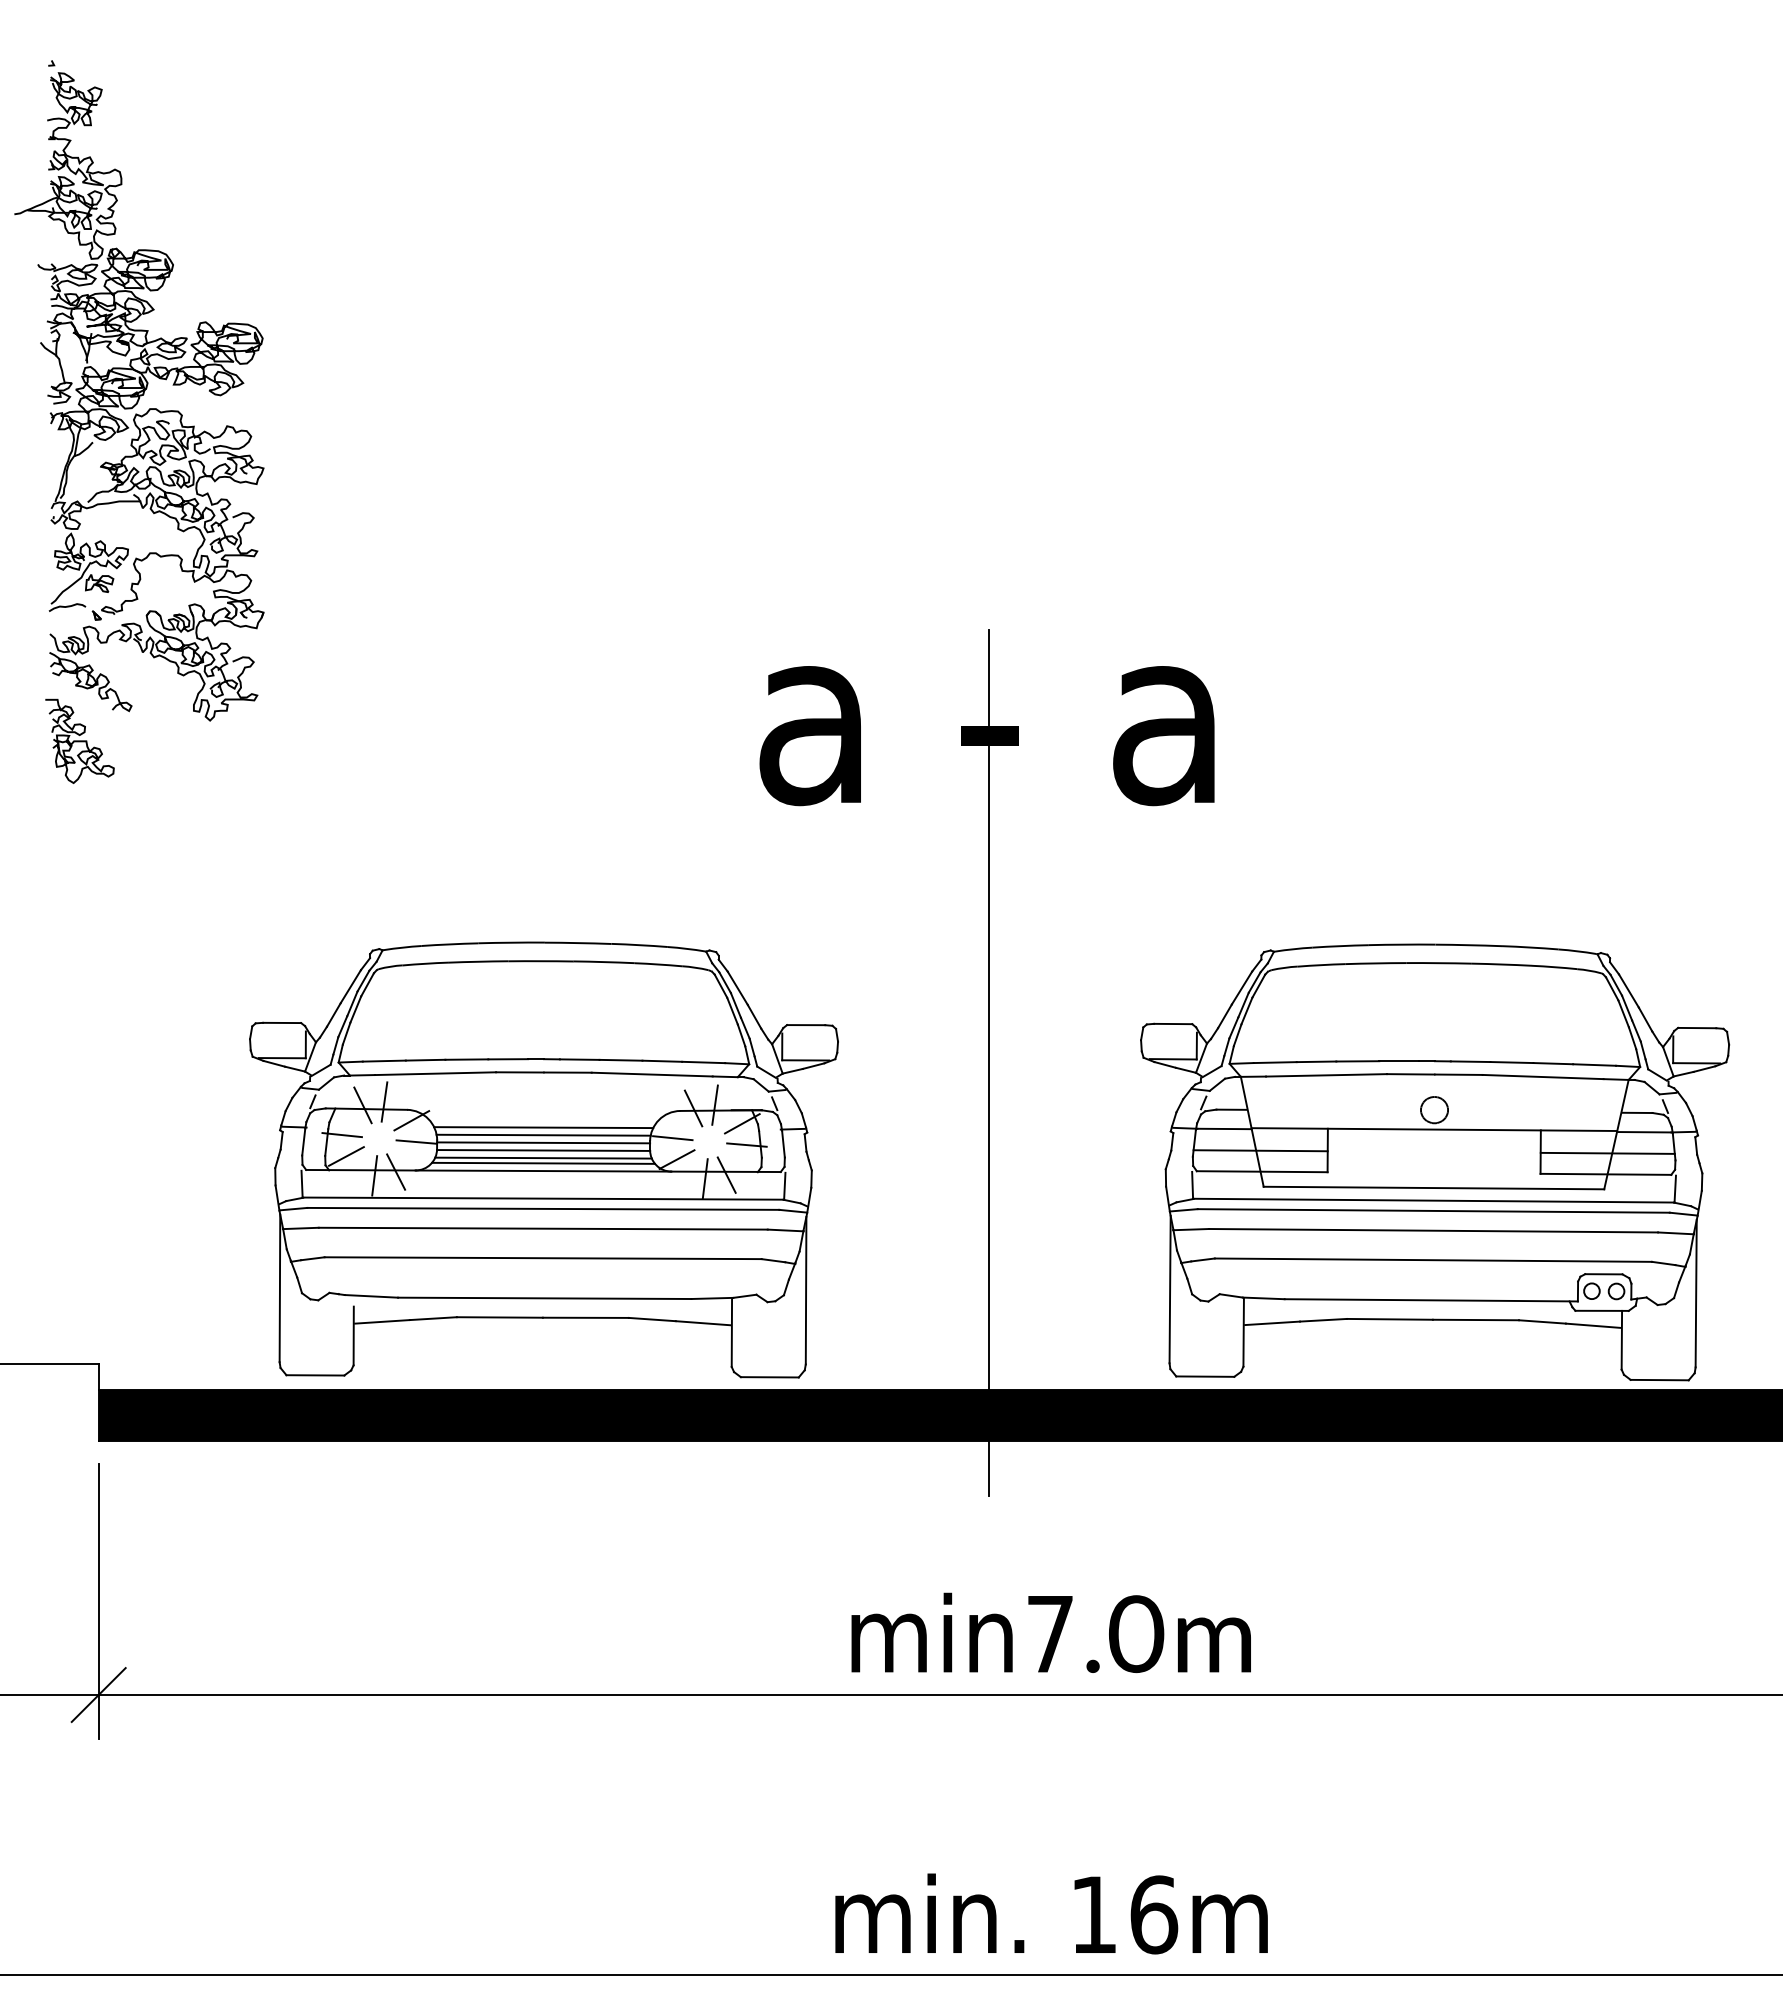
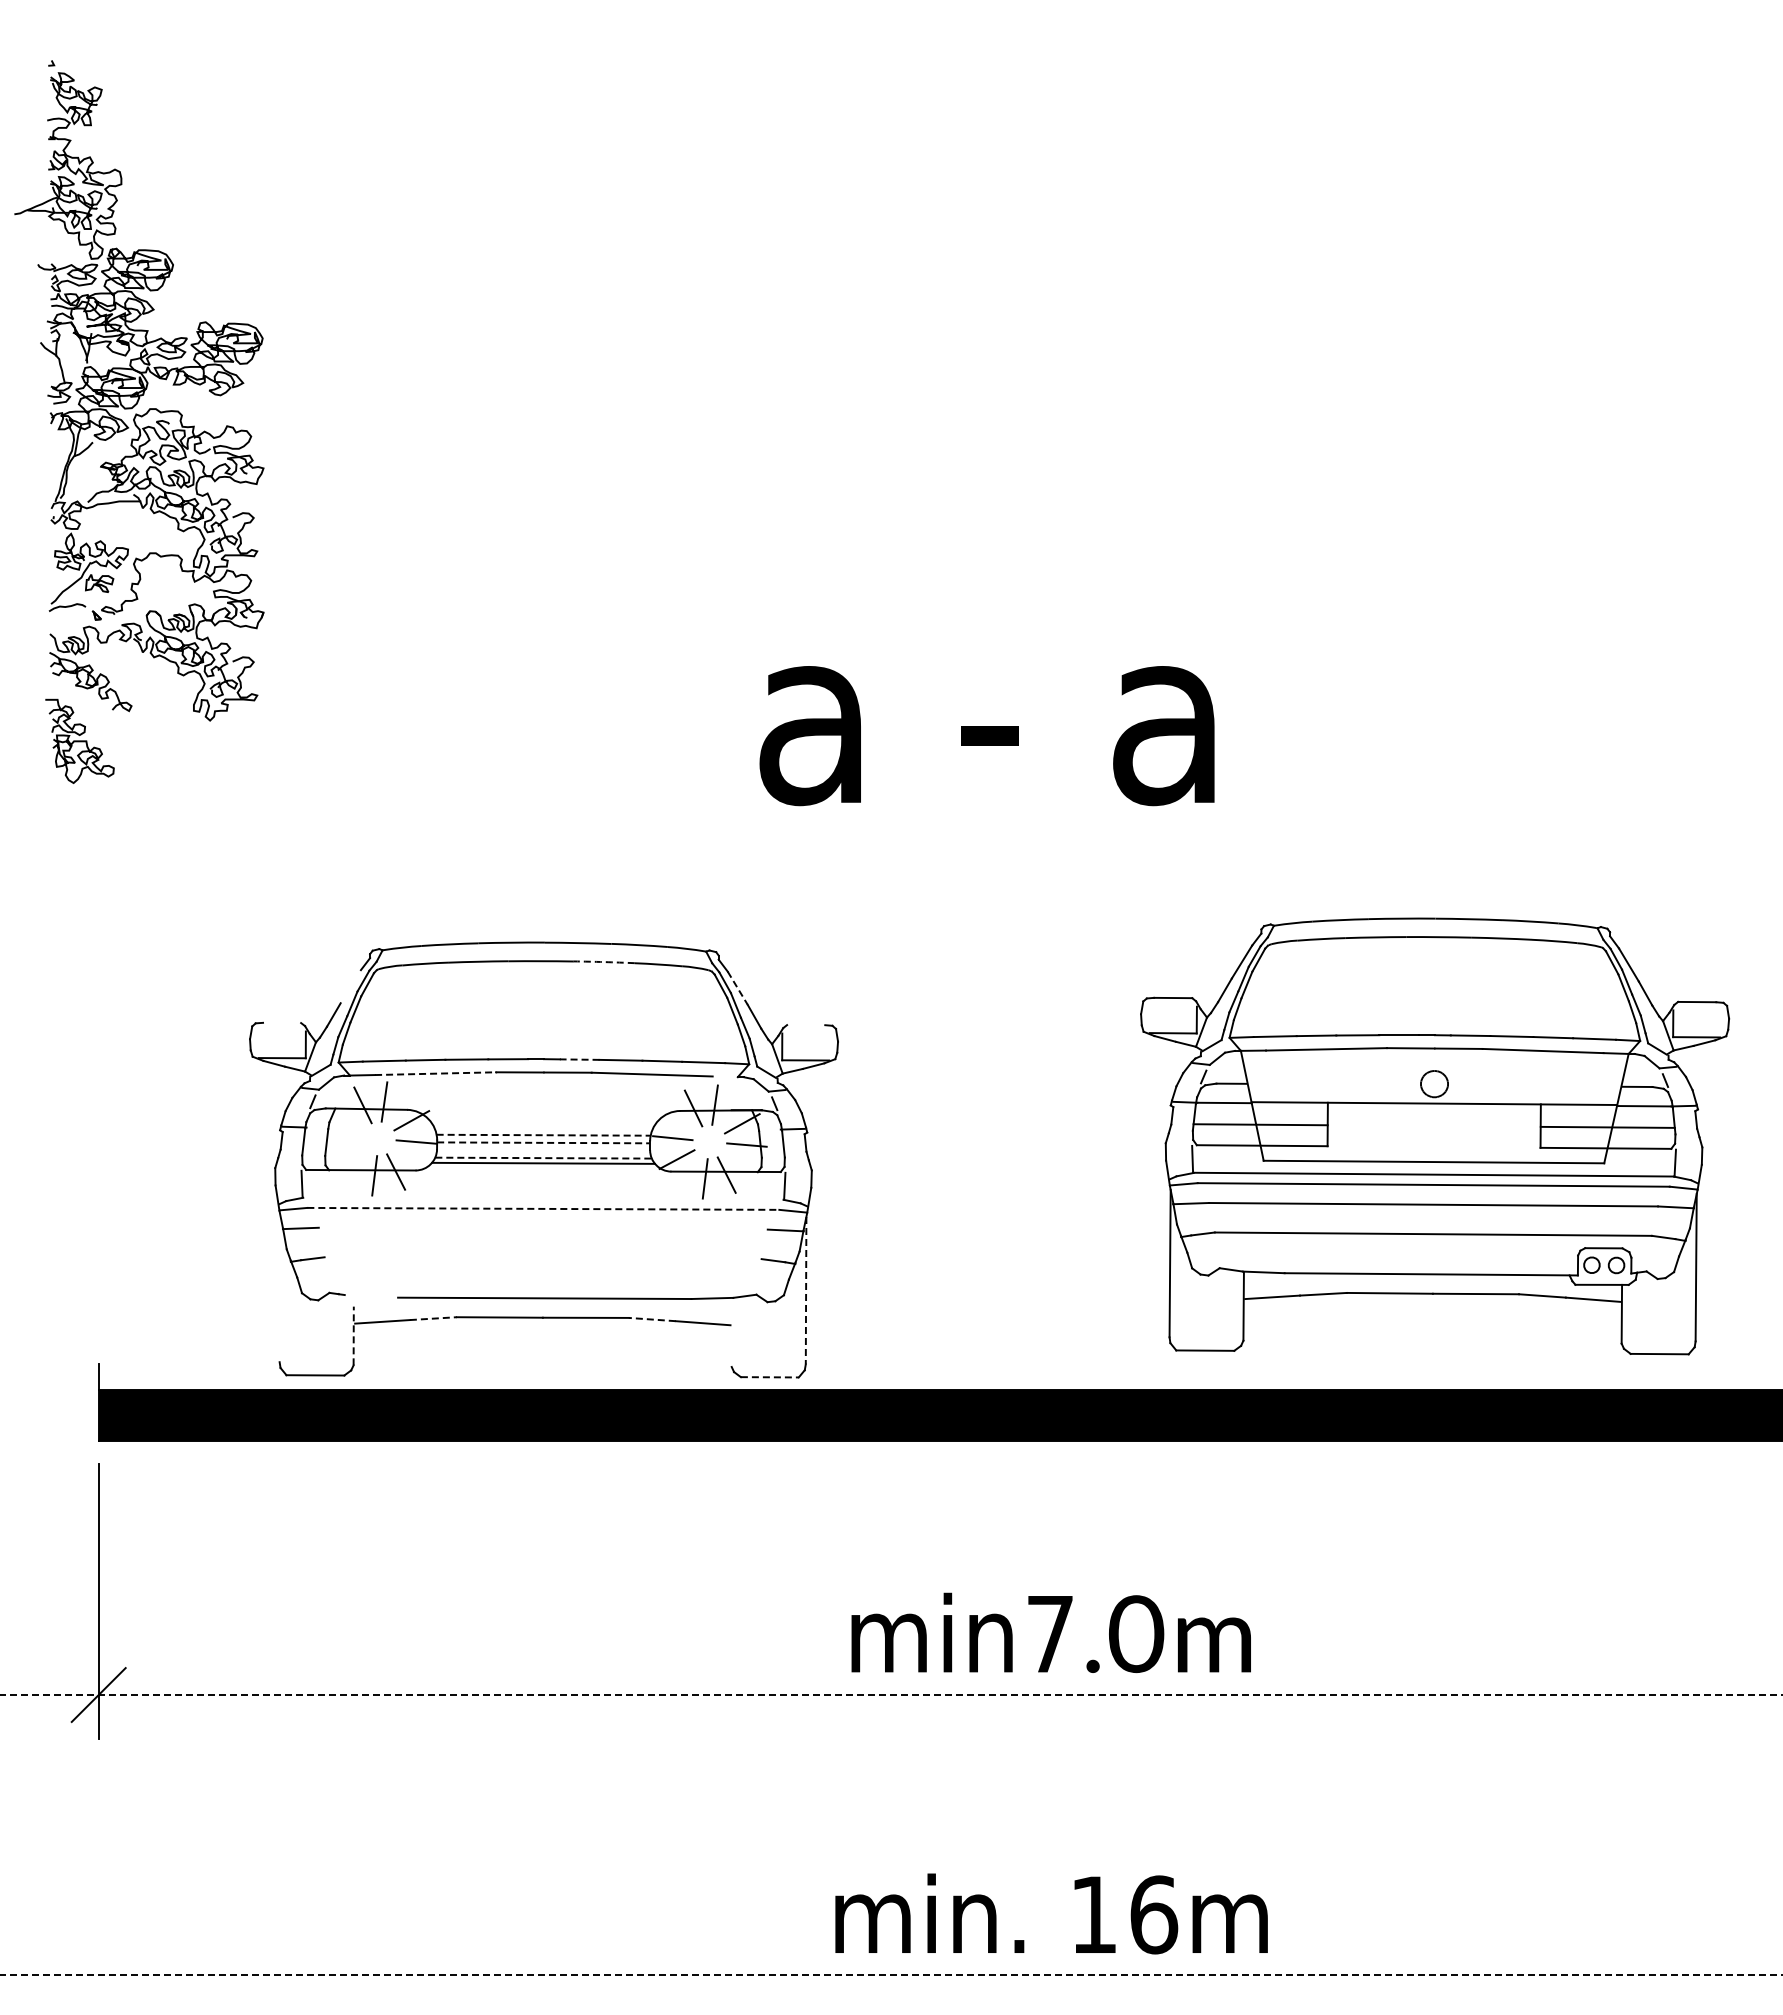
arc at (604, 962): solid -> dashed
line at (350, 986): present -> none
line at (738, 988): solid -> dashed
line at (282, 1022): present -> none
line at (806, 1025): present -> none
line at (579, 1059): solid -> dashed
line at (989, 1062): present -> none
line at (435, 1073): solid -> dashed
line at (724, 1076): present -> none
line at (543, 1127): present -> none
line at (341, 1135): present -> none
line at (544, 1135): solid -> dashed
line at (544, 1142): solid -> dashed
line at (543, 1150): present -> none
line at (345, 1156): present -> none
line at (544, 1158): solid -> dashed
part at (1435, 1162) position: (1435, 1162) -> (1435, 1136)
line at (543, 1170): present -> none
line at (543, 1198): present -> none
line at (543, 1208): solid -> dashed
line at (542, 1228): present -> none
line at (542, 1258): present -> none
line at (279, 1288): present -> none
line at (806, 1290): solid -> dashed
line at (371, 1296): present -> none
line at (433, 1318): solid -> dashed
line at (652, 1319): solid -> dashed
line at (731, 1332): present -> none
line at (353, 1335): solid -> dashed
line at (50, 1364): present -> none
line at (769, 1377): solid -> dashed
line at (891, 1695): solid -> dashed
line at (891, 1974): solid -> dashed
